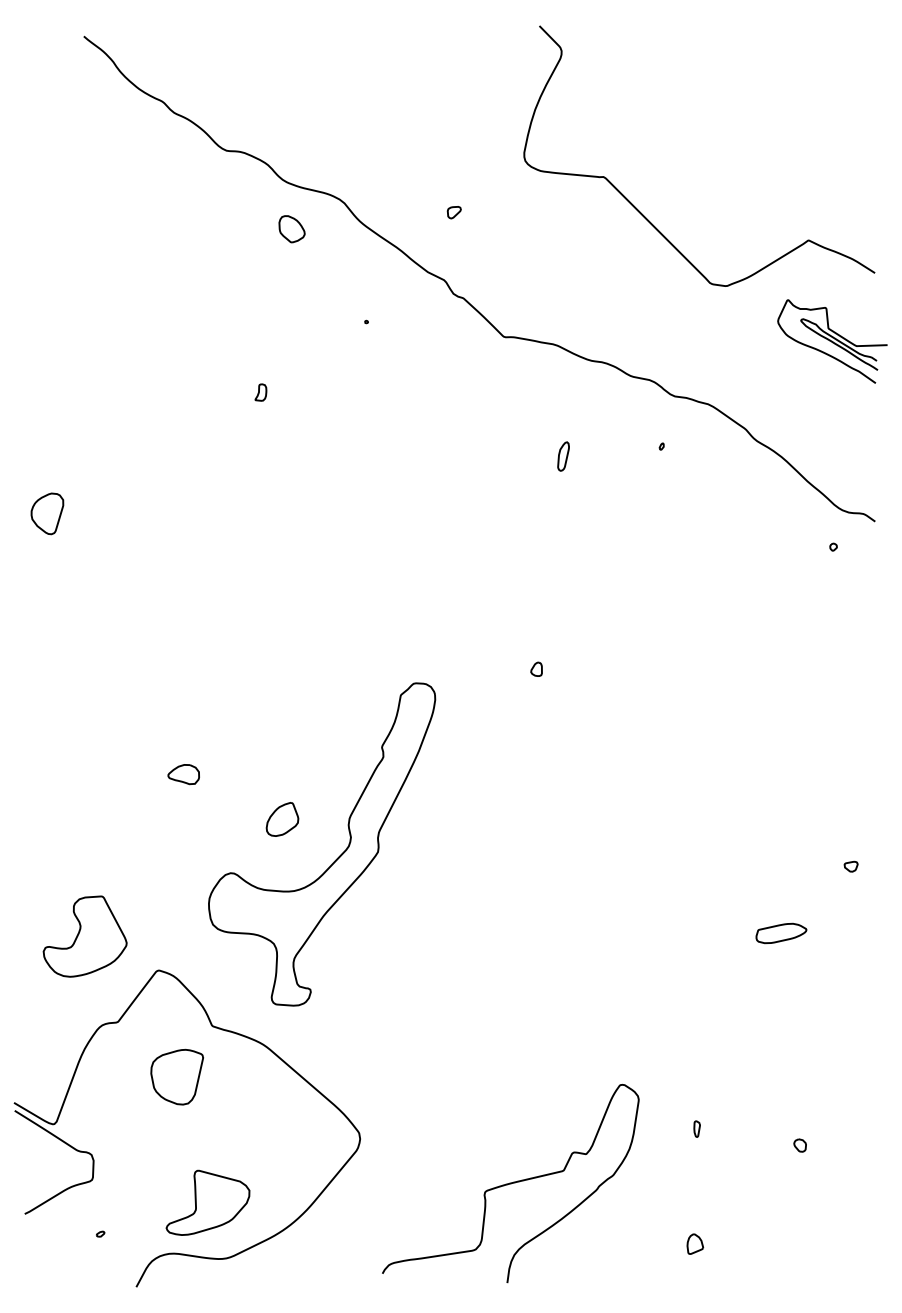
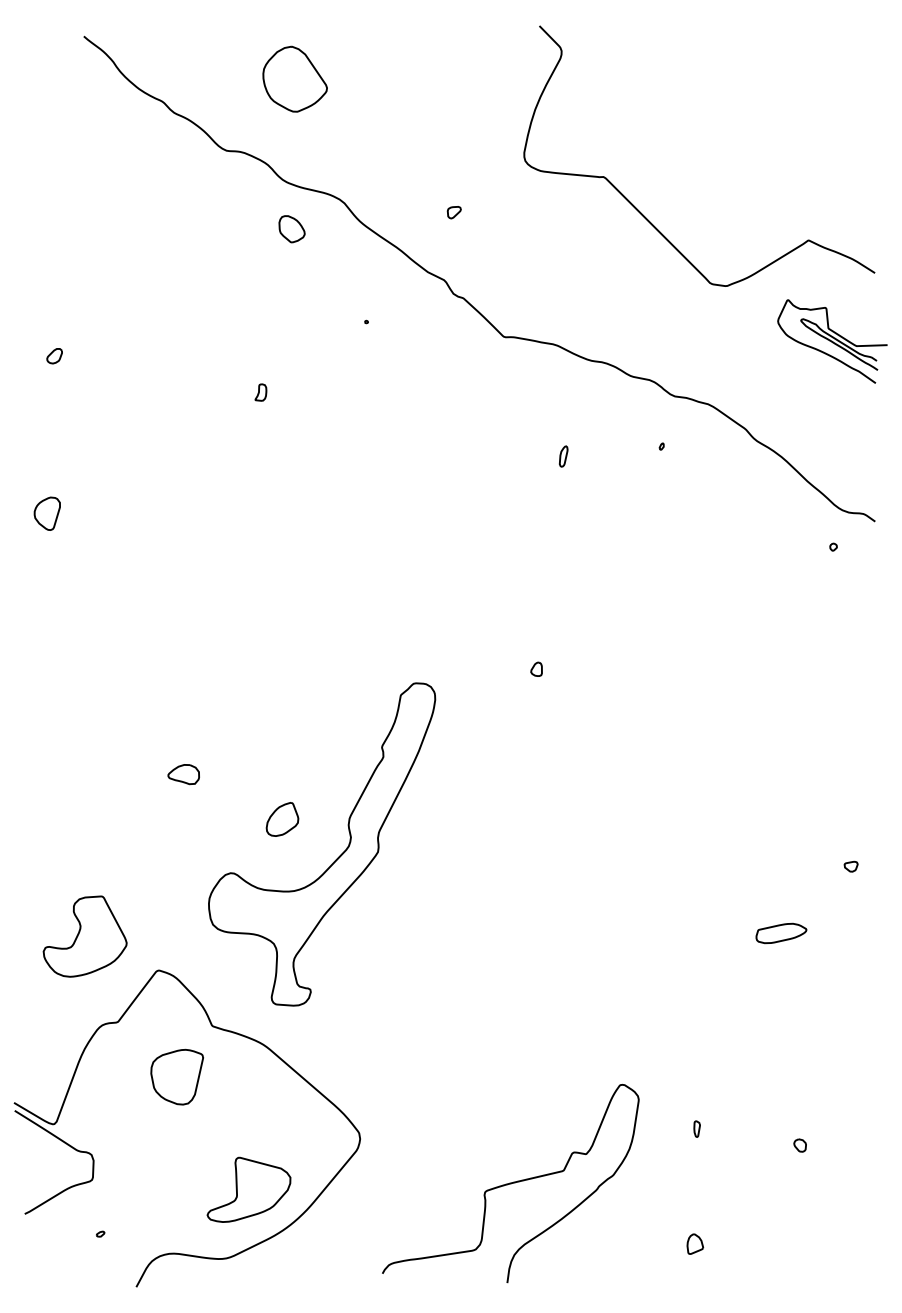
part at (294, 78): none -> present
part at (54, 356): none -> present
part at (563, 456) size: 13x31 px -> 10x23 px
part at (47, 513) size: 35x44 px -> 28x35 px
part at (207, 1202) position: (207, 1202) -> (248, 1189)
